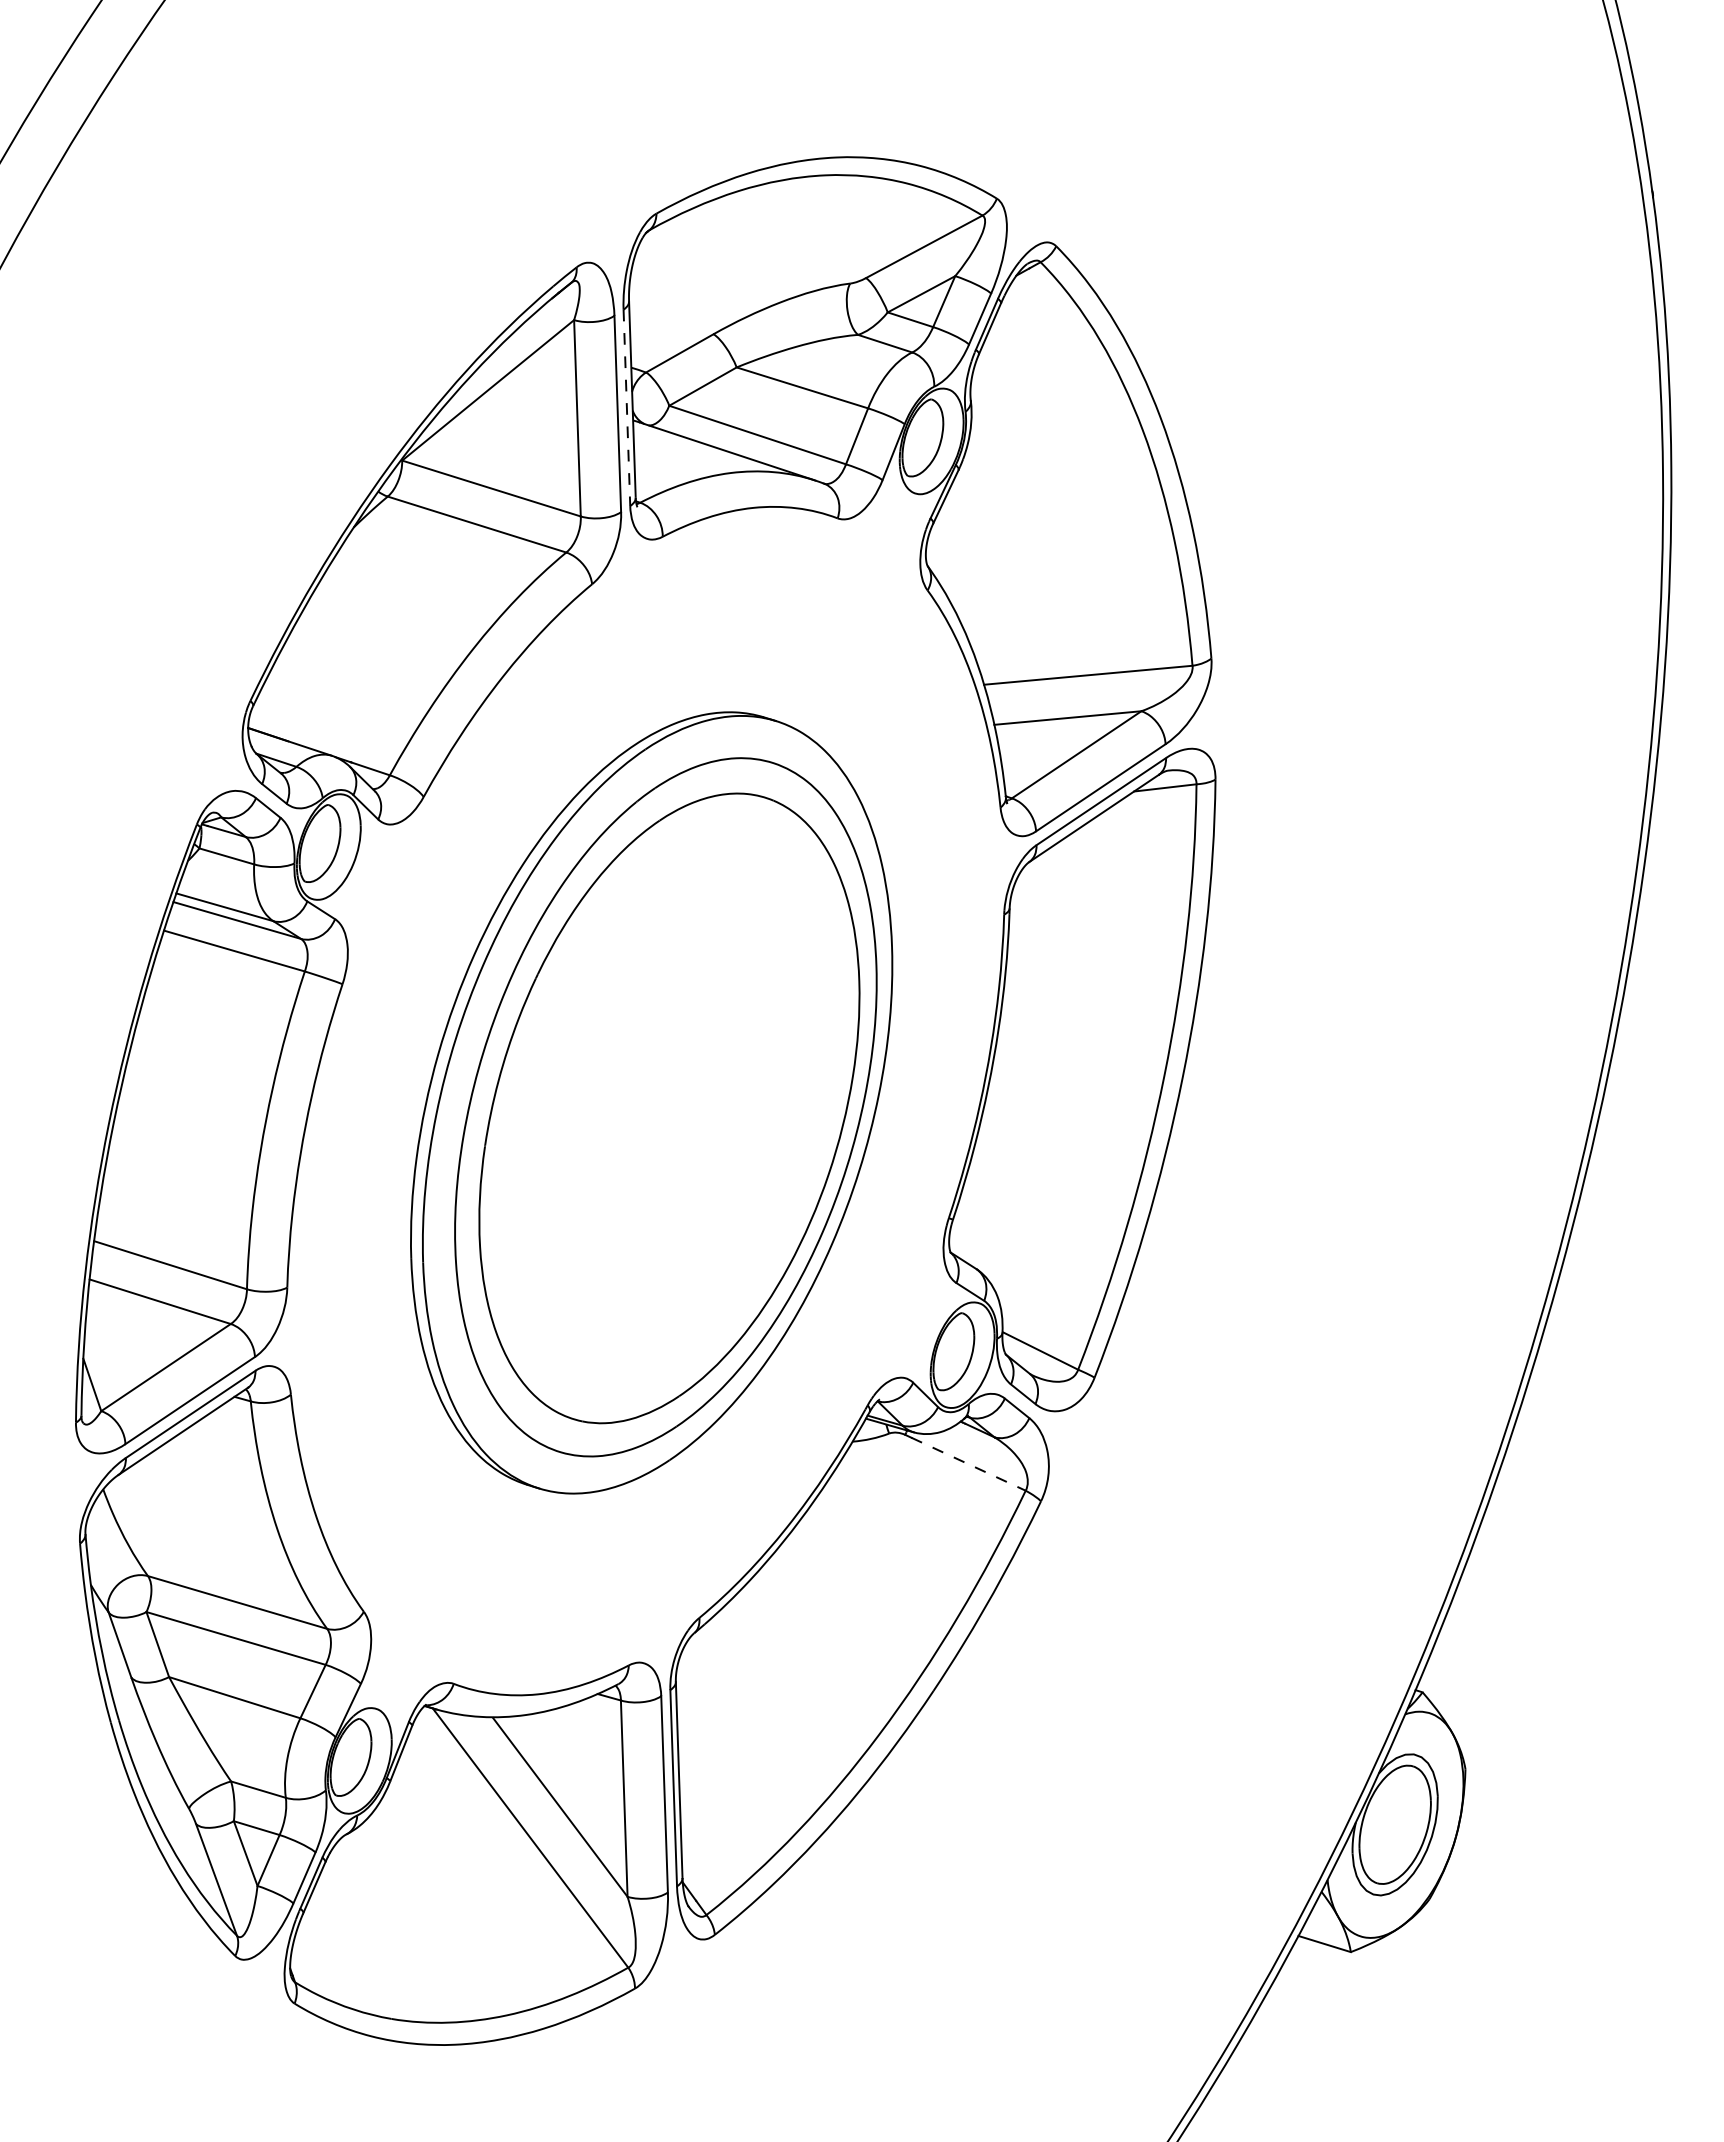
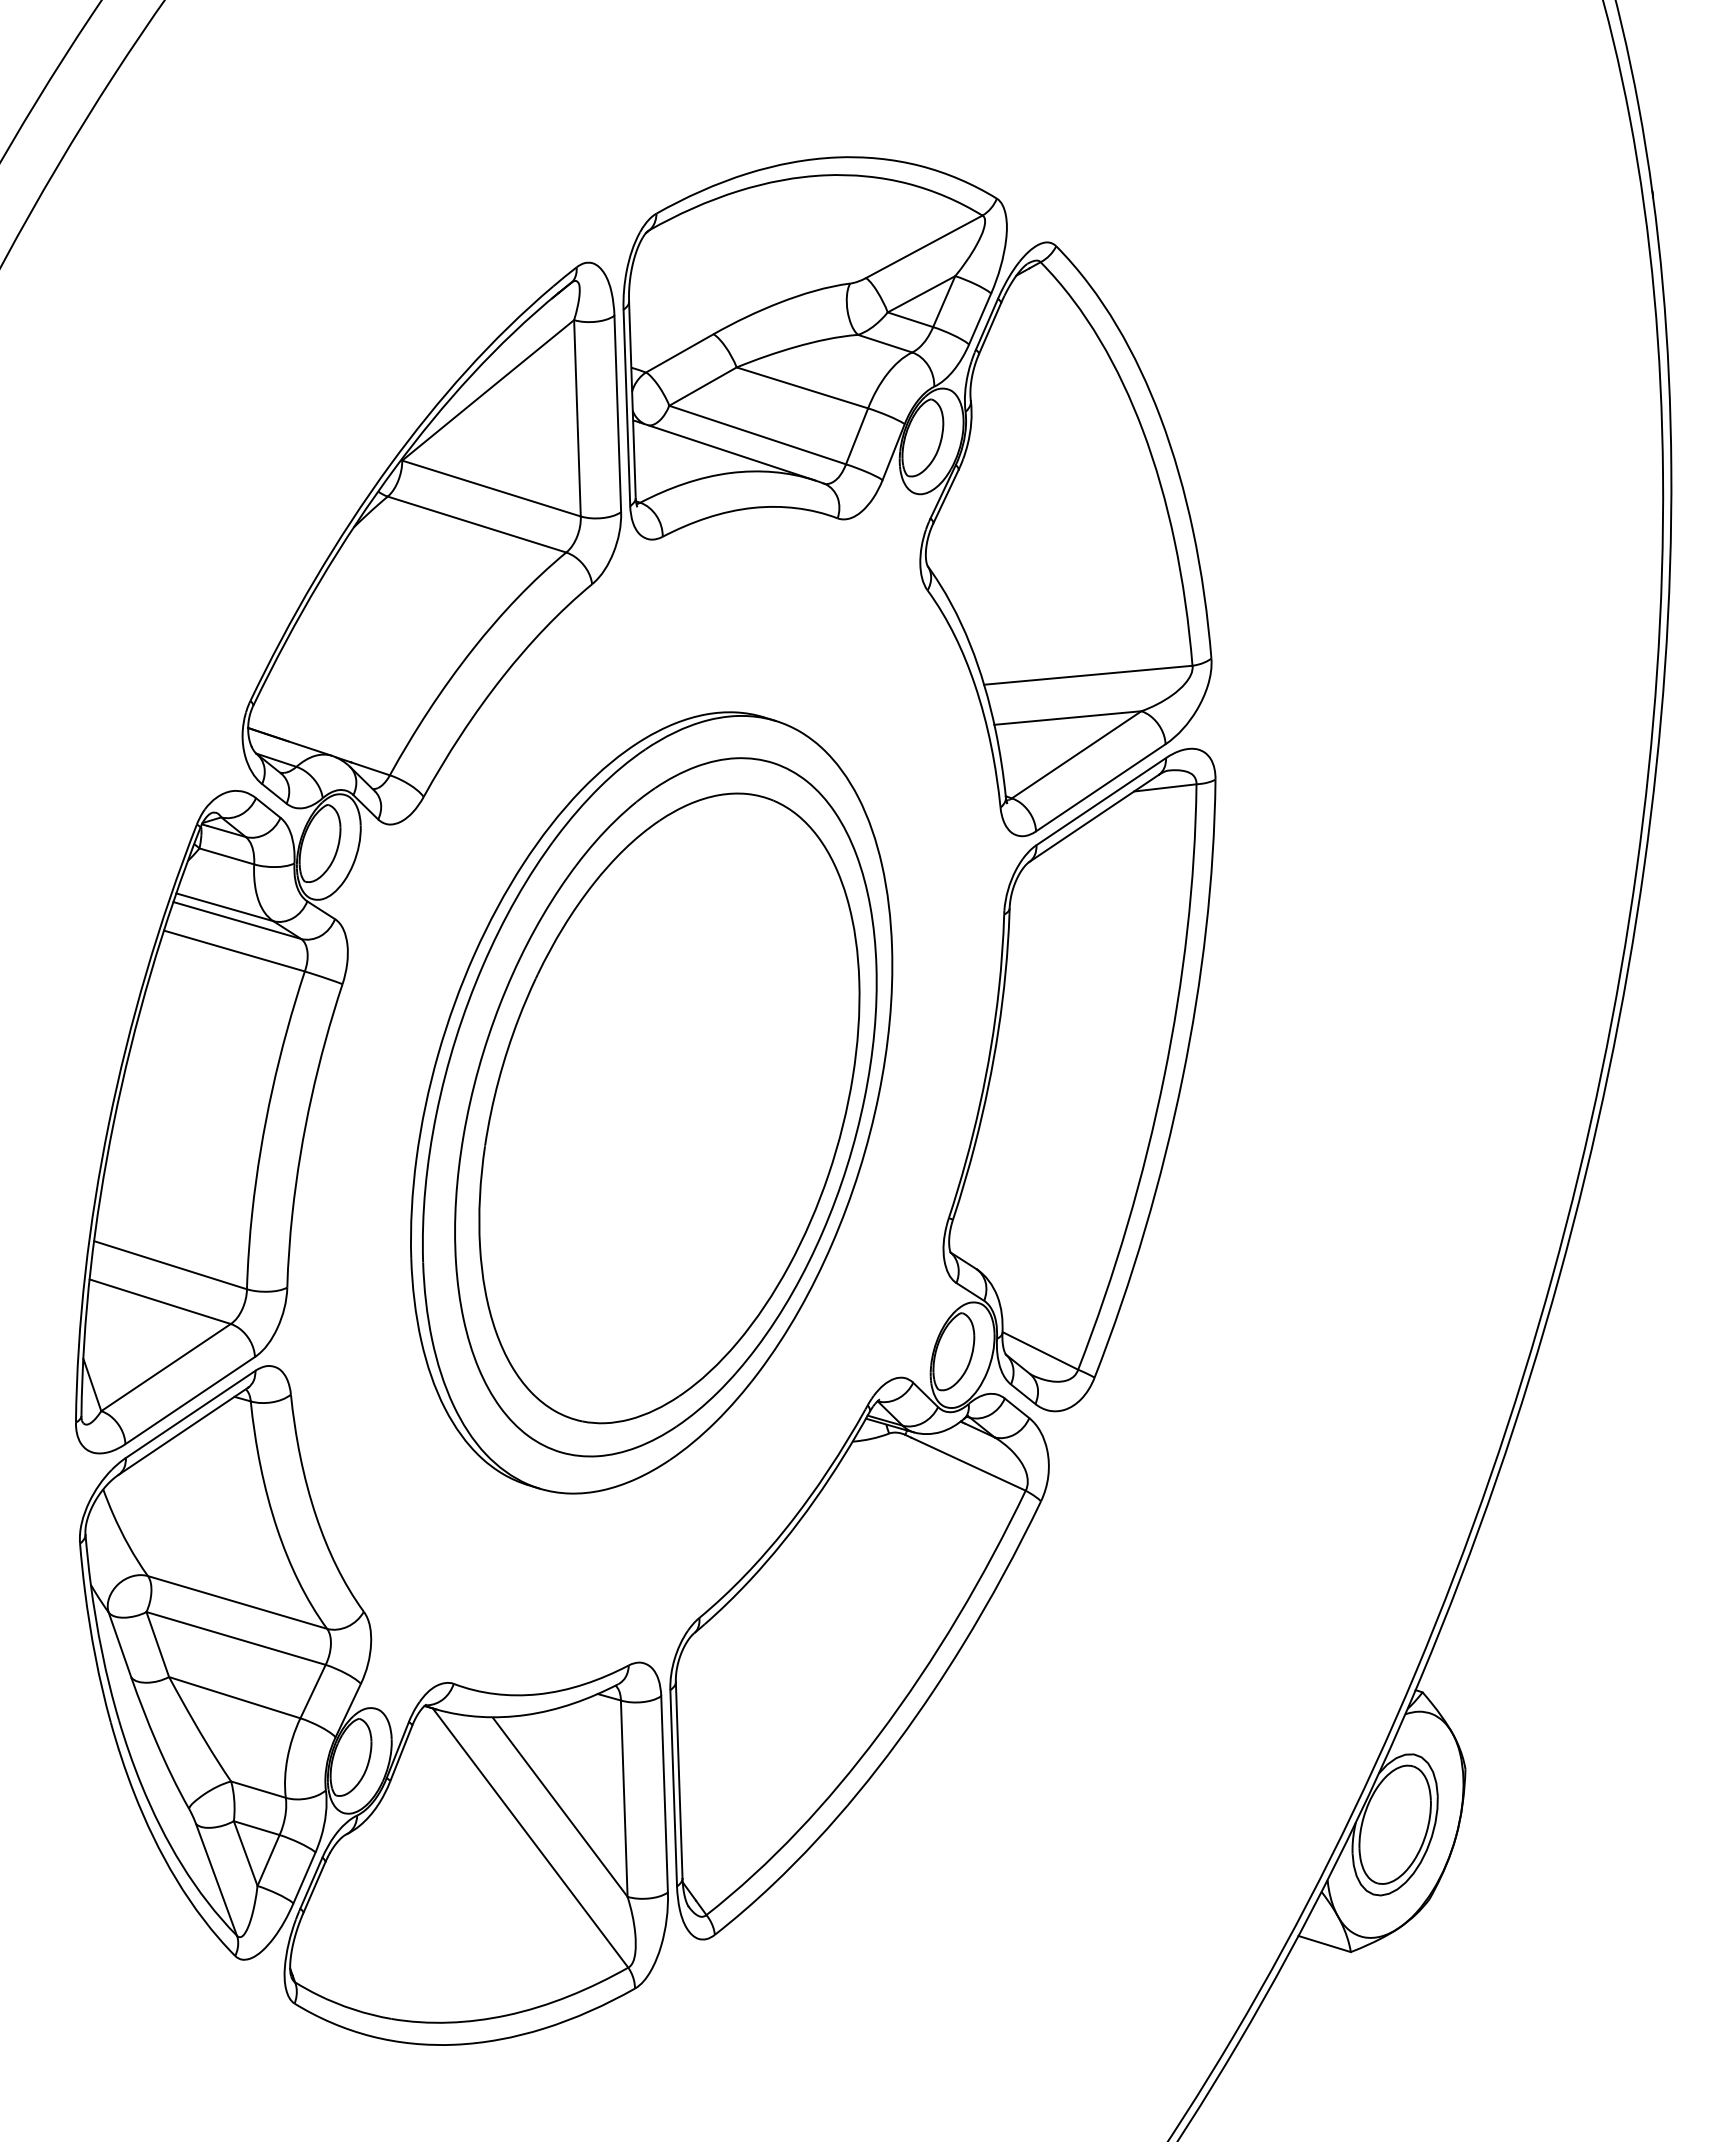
line at (626, 408): dashed -> solid
line at (968, 1464): dashed -> solid
